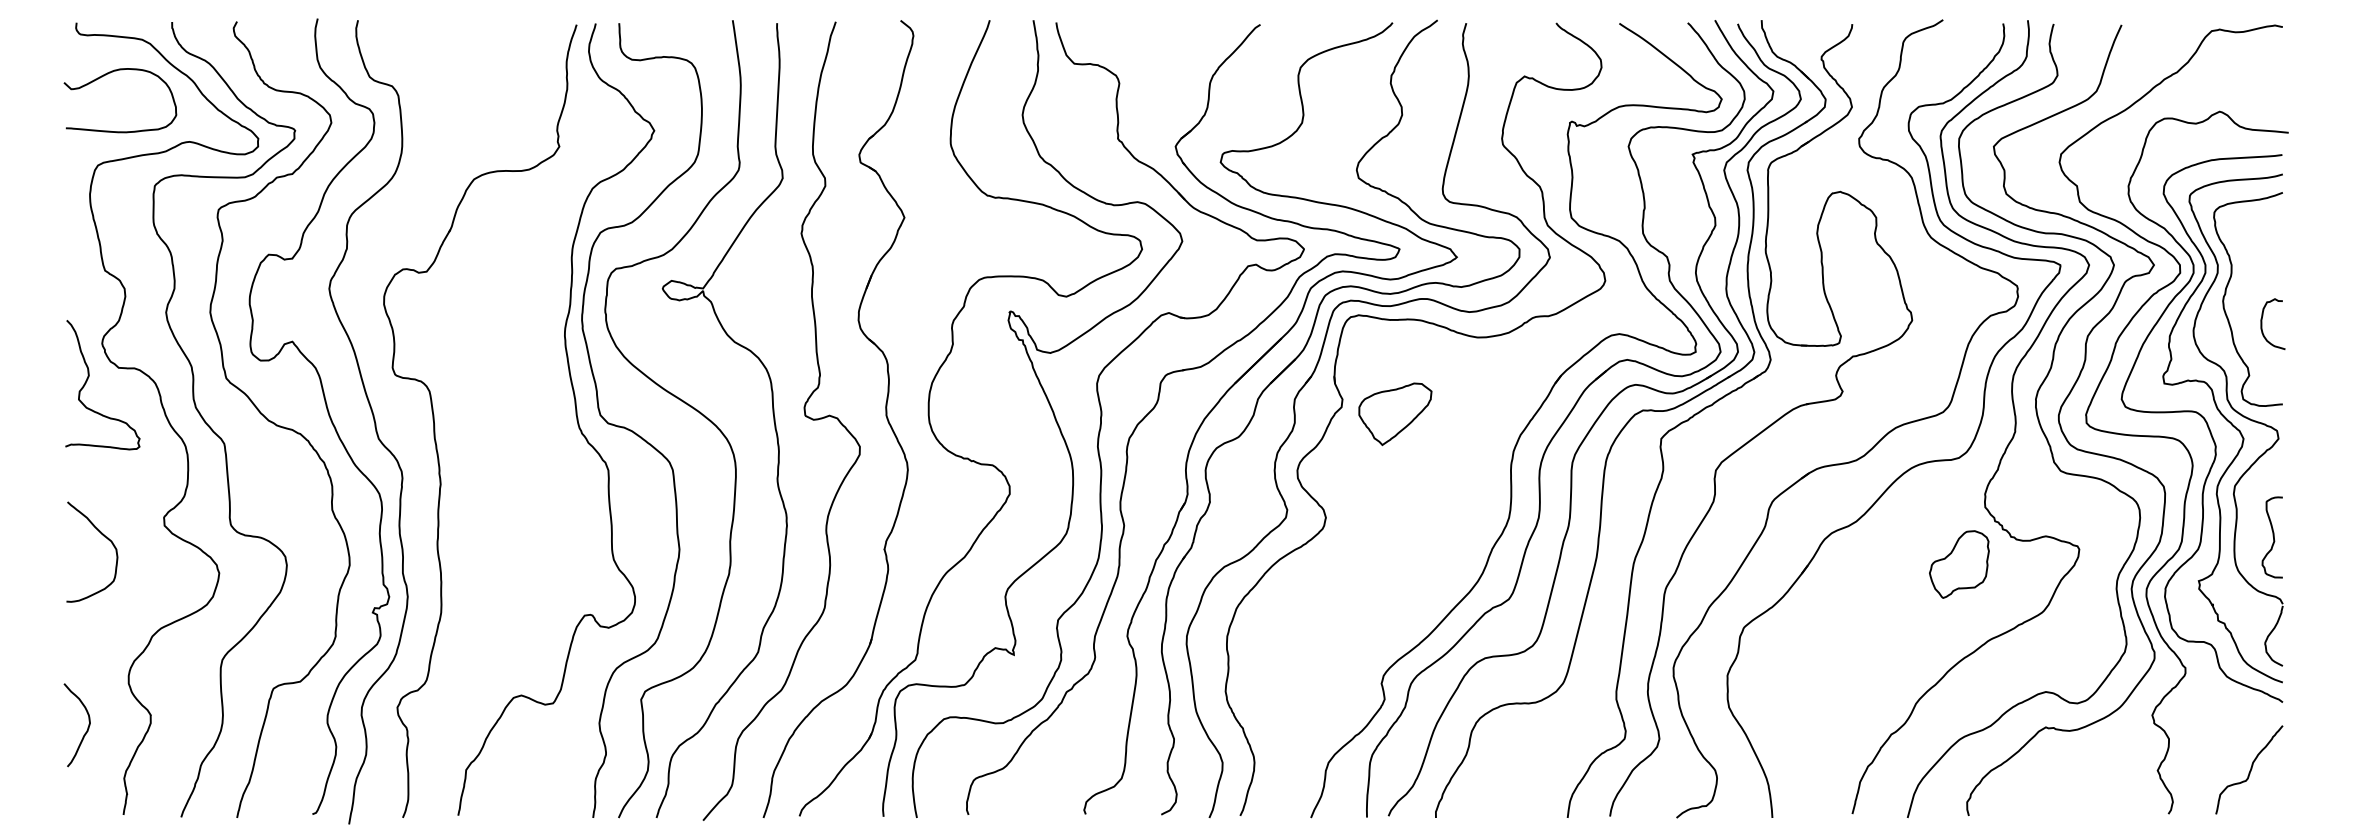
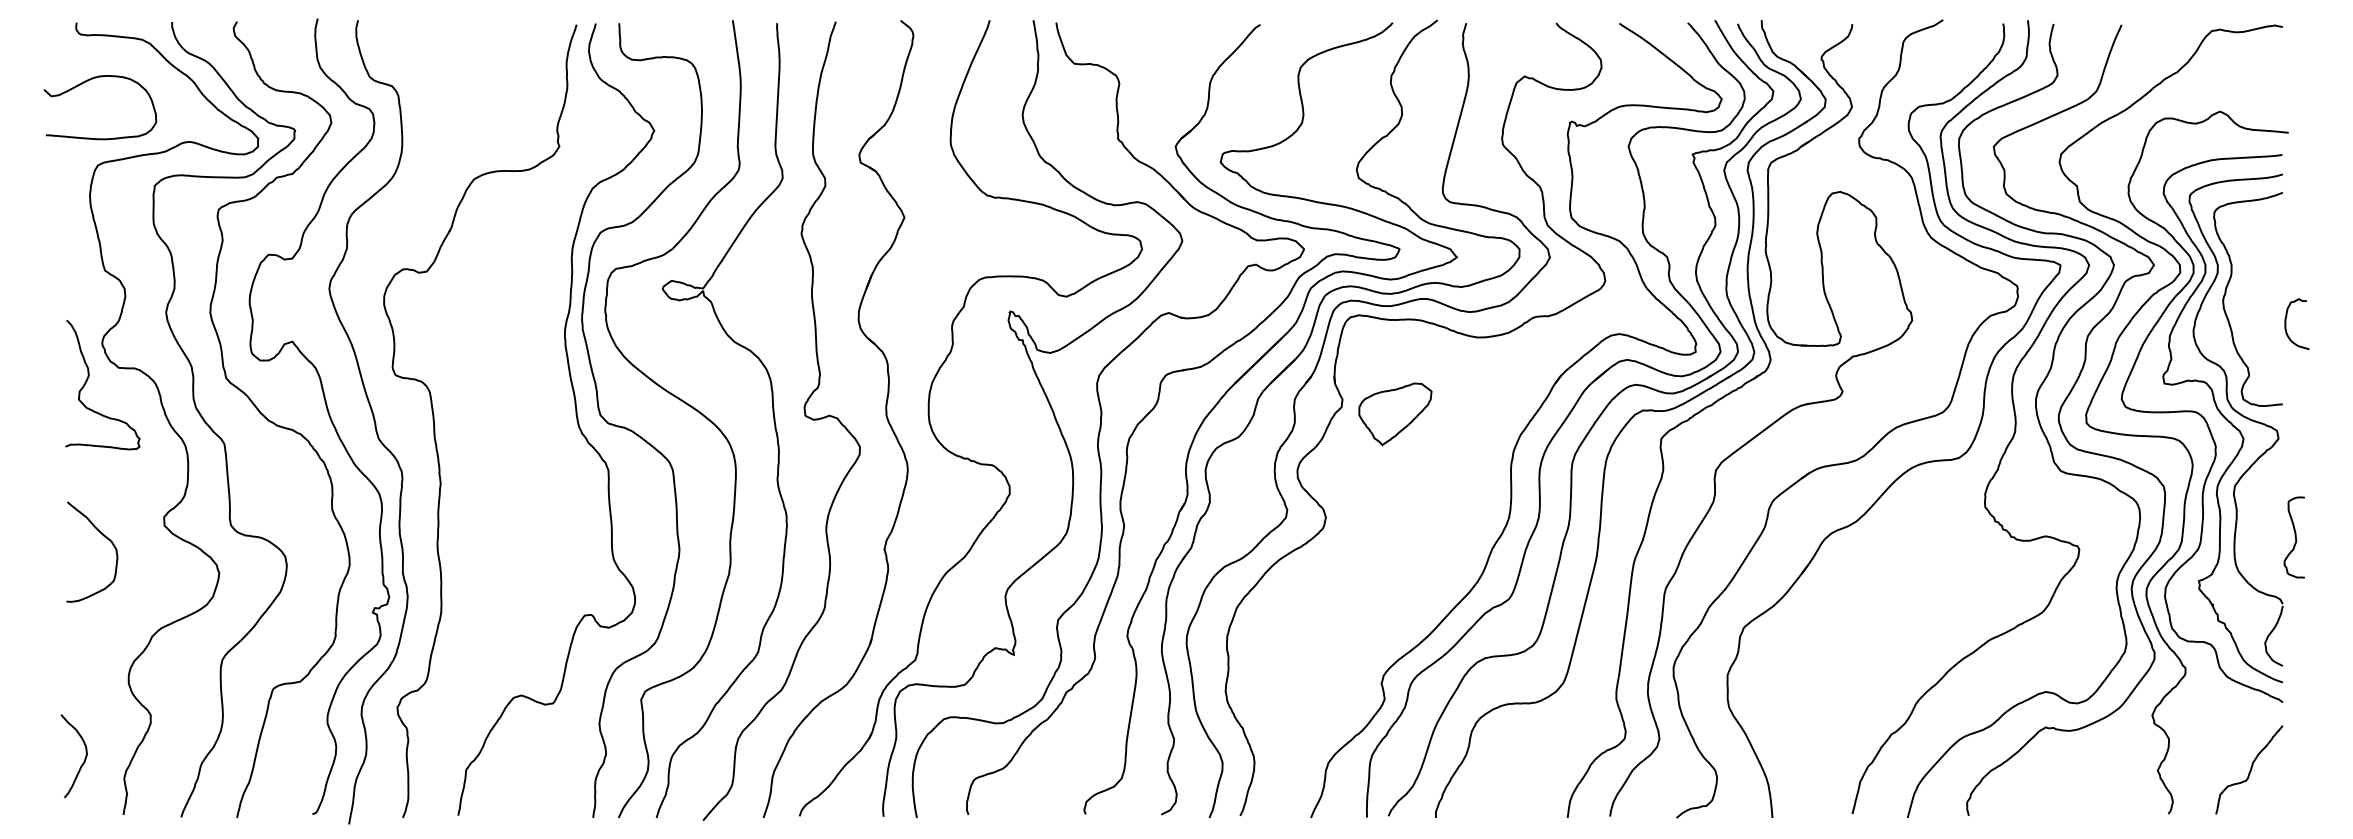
curve at (108, 74) position: (108, 74) -> (88, 81)
curve at (2262, 324) position: (2262, 324) -> (2286, 324)
curve at (2272, 536) position: (2272, 536) -> (2294, 536)
part at (1959, 564): present -> none
curve at (87, 727) position: (87, 727) -> (84, 758)
